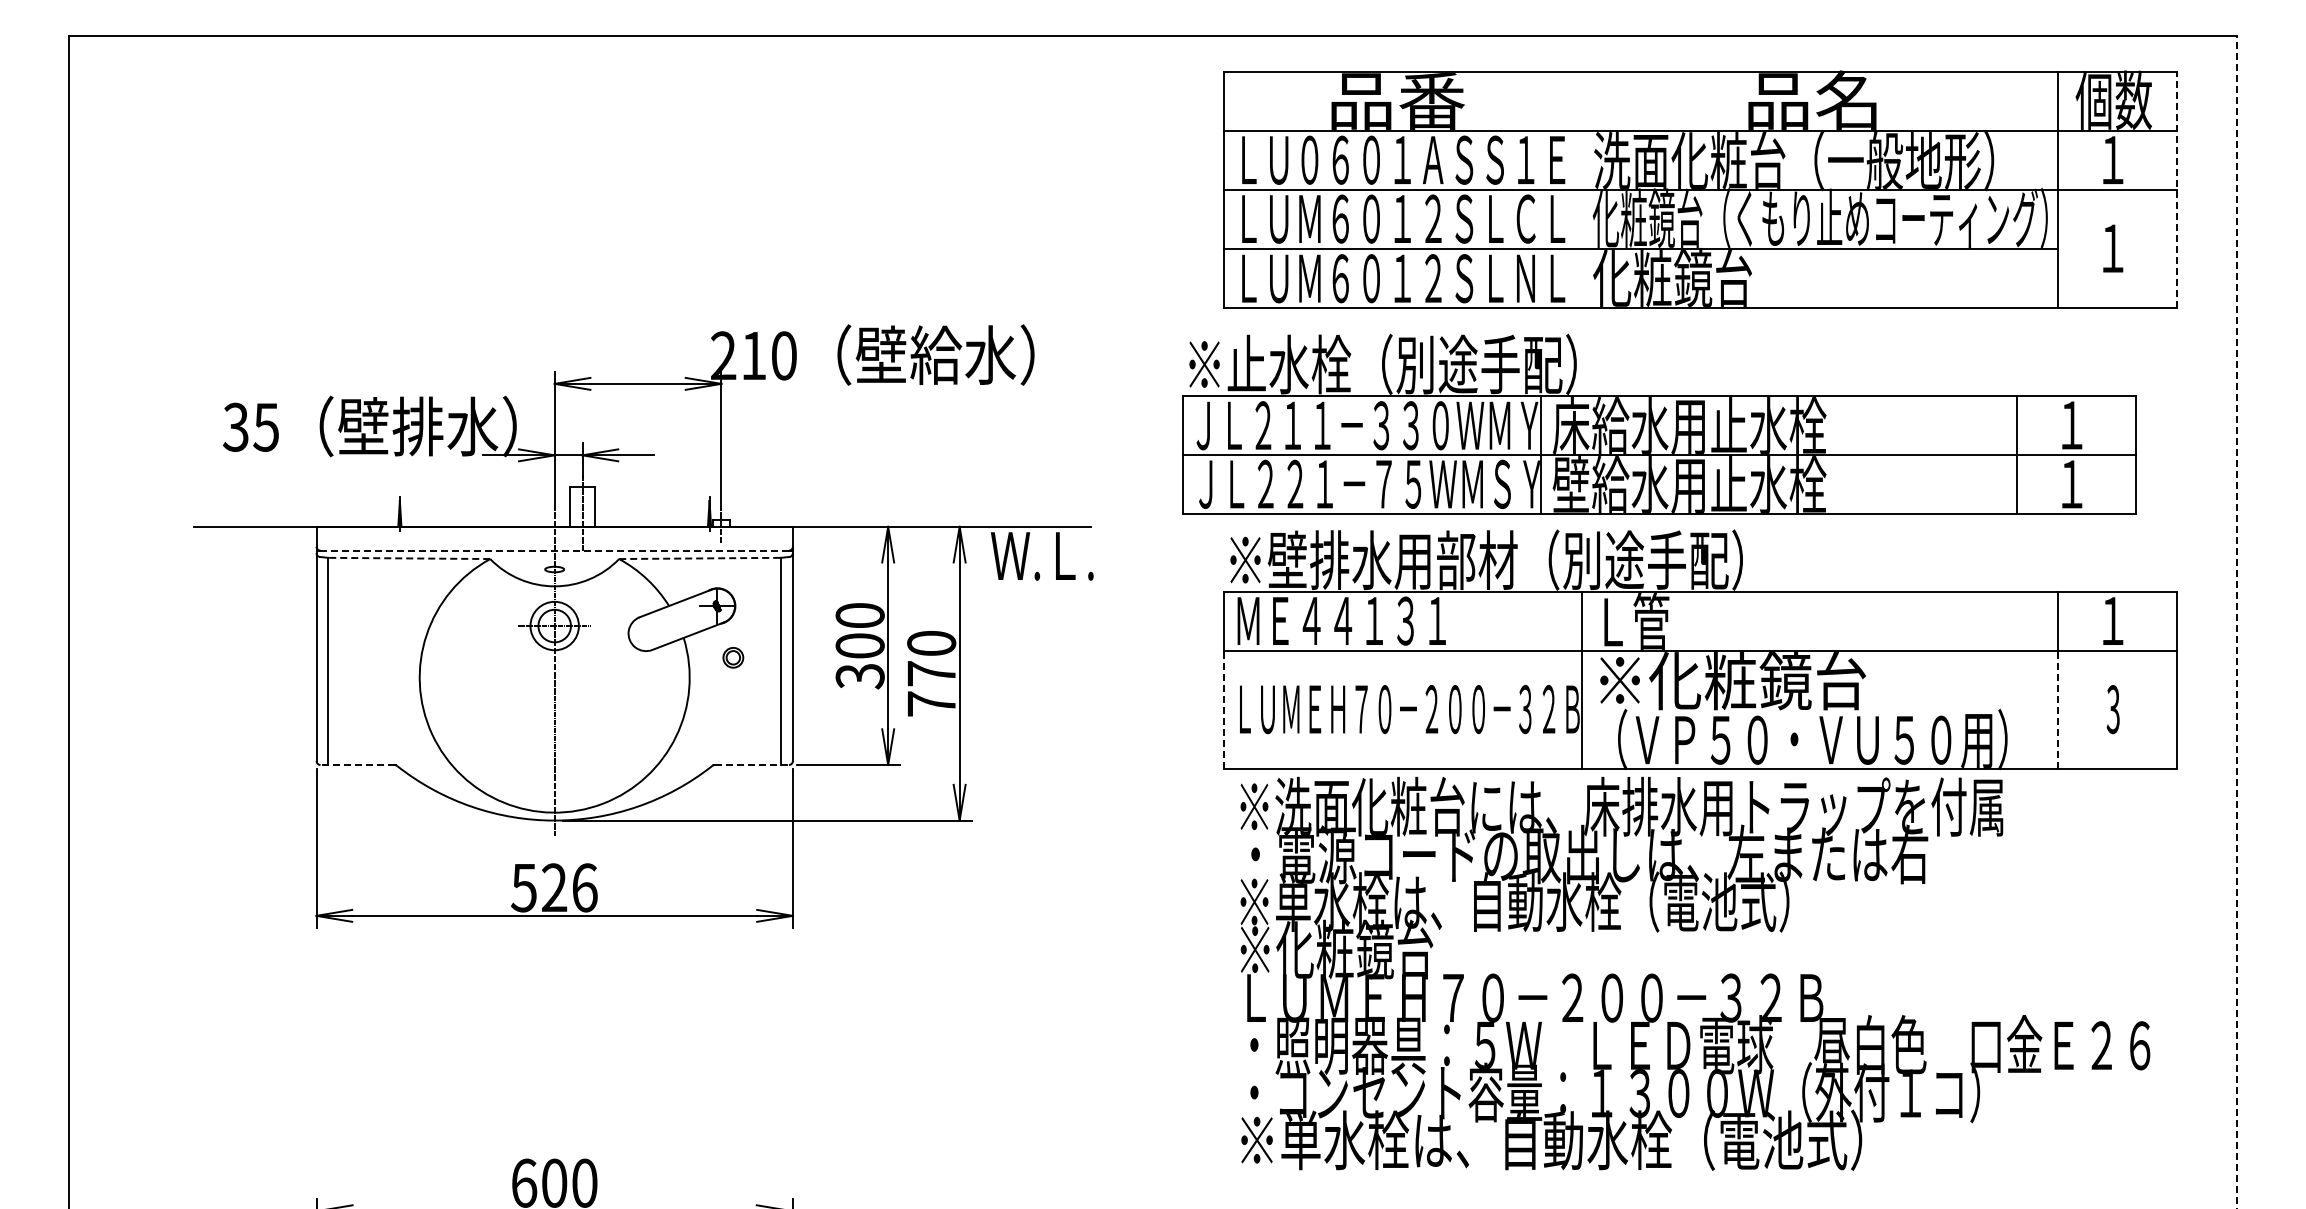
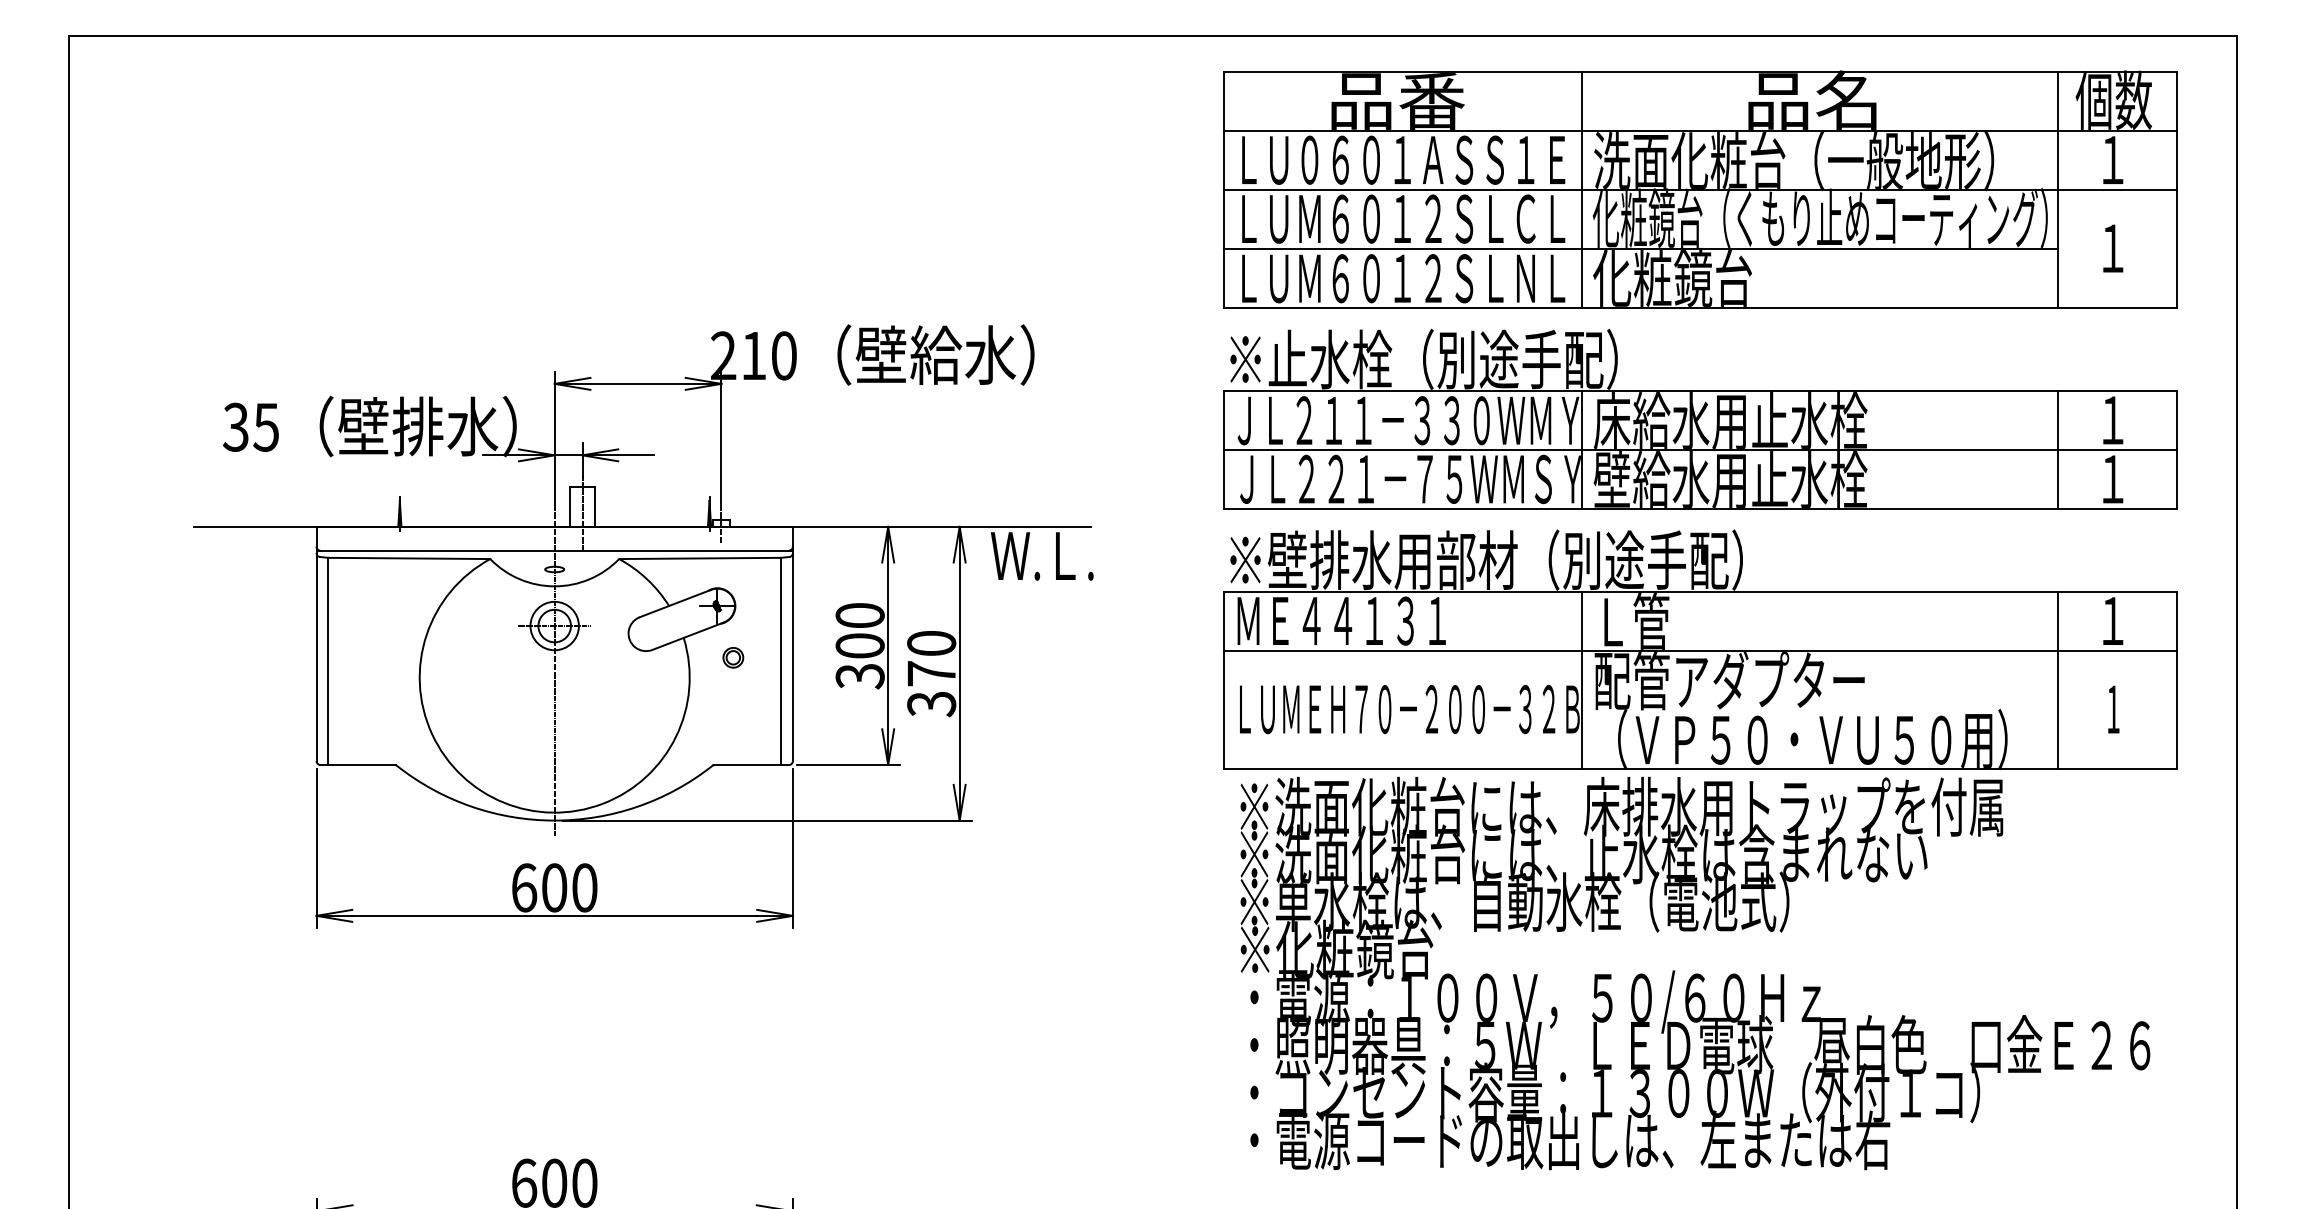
line at (1581, 189): none -> present
line at (2177, 189): dashed -> solid
part at (1659, 423) position: (1659, 423) -> (1700, 418)
line at (555, 550): dashed -> solid
line at (409, 558): dashed -> solid
line at (700, 558): dashed -> solid
line at (2236, 622): dashed -> solid
text at (1729, 681): ※化粧鏡台 -> 配管アダプター
text at (931, 704): 770 -> 370
line at (1224, 709): dashed -> solid
line at (2058, 709): dashed -> solid
text at (2112, 709): 3 -> 1
line at (357, 765): dashed -> solid
line at (752, 765): dashed -> solid
text at (1584, 854): ・電源コードの取出しは、左または右 -> ※洗面化粧台には、止水栓は含まれない
text at (554, 887): 526 -> 600
text at (1535, 1000): ＬＵＭＥＨ７０－２００－３２Ｂ -> ・電源：１００Ｖ，５０/６０Ｈｚ
text at (1565, 1139): ※単水栓は、自動水栓（電池式） -> ・電源コードの取出しは、左または右
